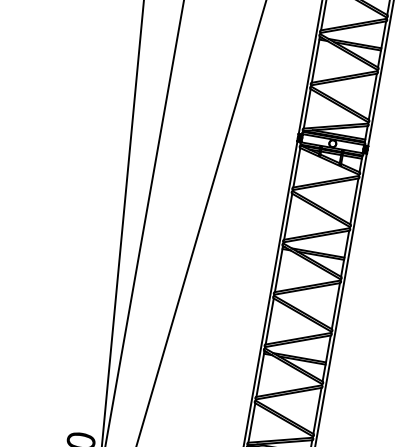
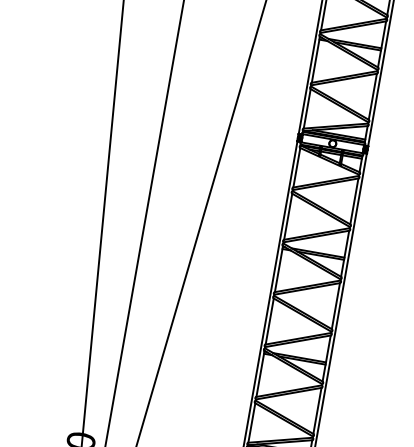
line at (122, 222) position: (122, 222) -> (102, 222)
